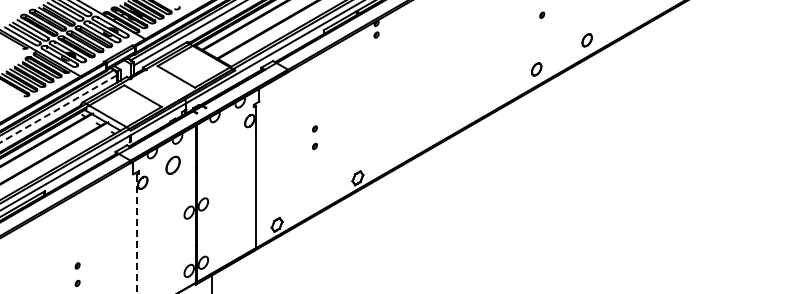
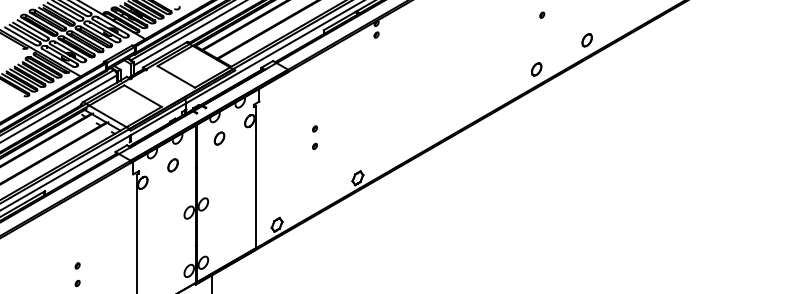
line at (58, 109): dashed -> solid
part at (219, 138): none -> present
part at (172, 164) size: 16x20 px -> 12x15 px
line at (136, 234): dashed -> solid
